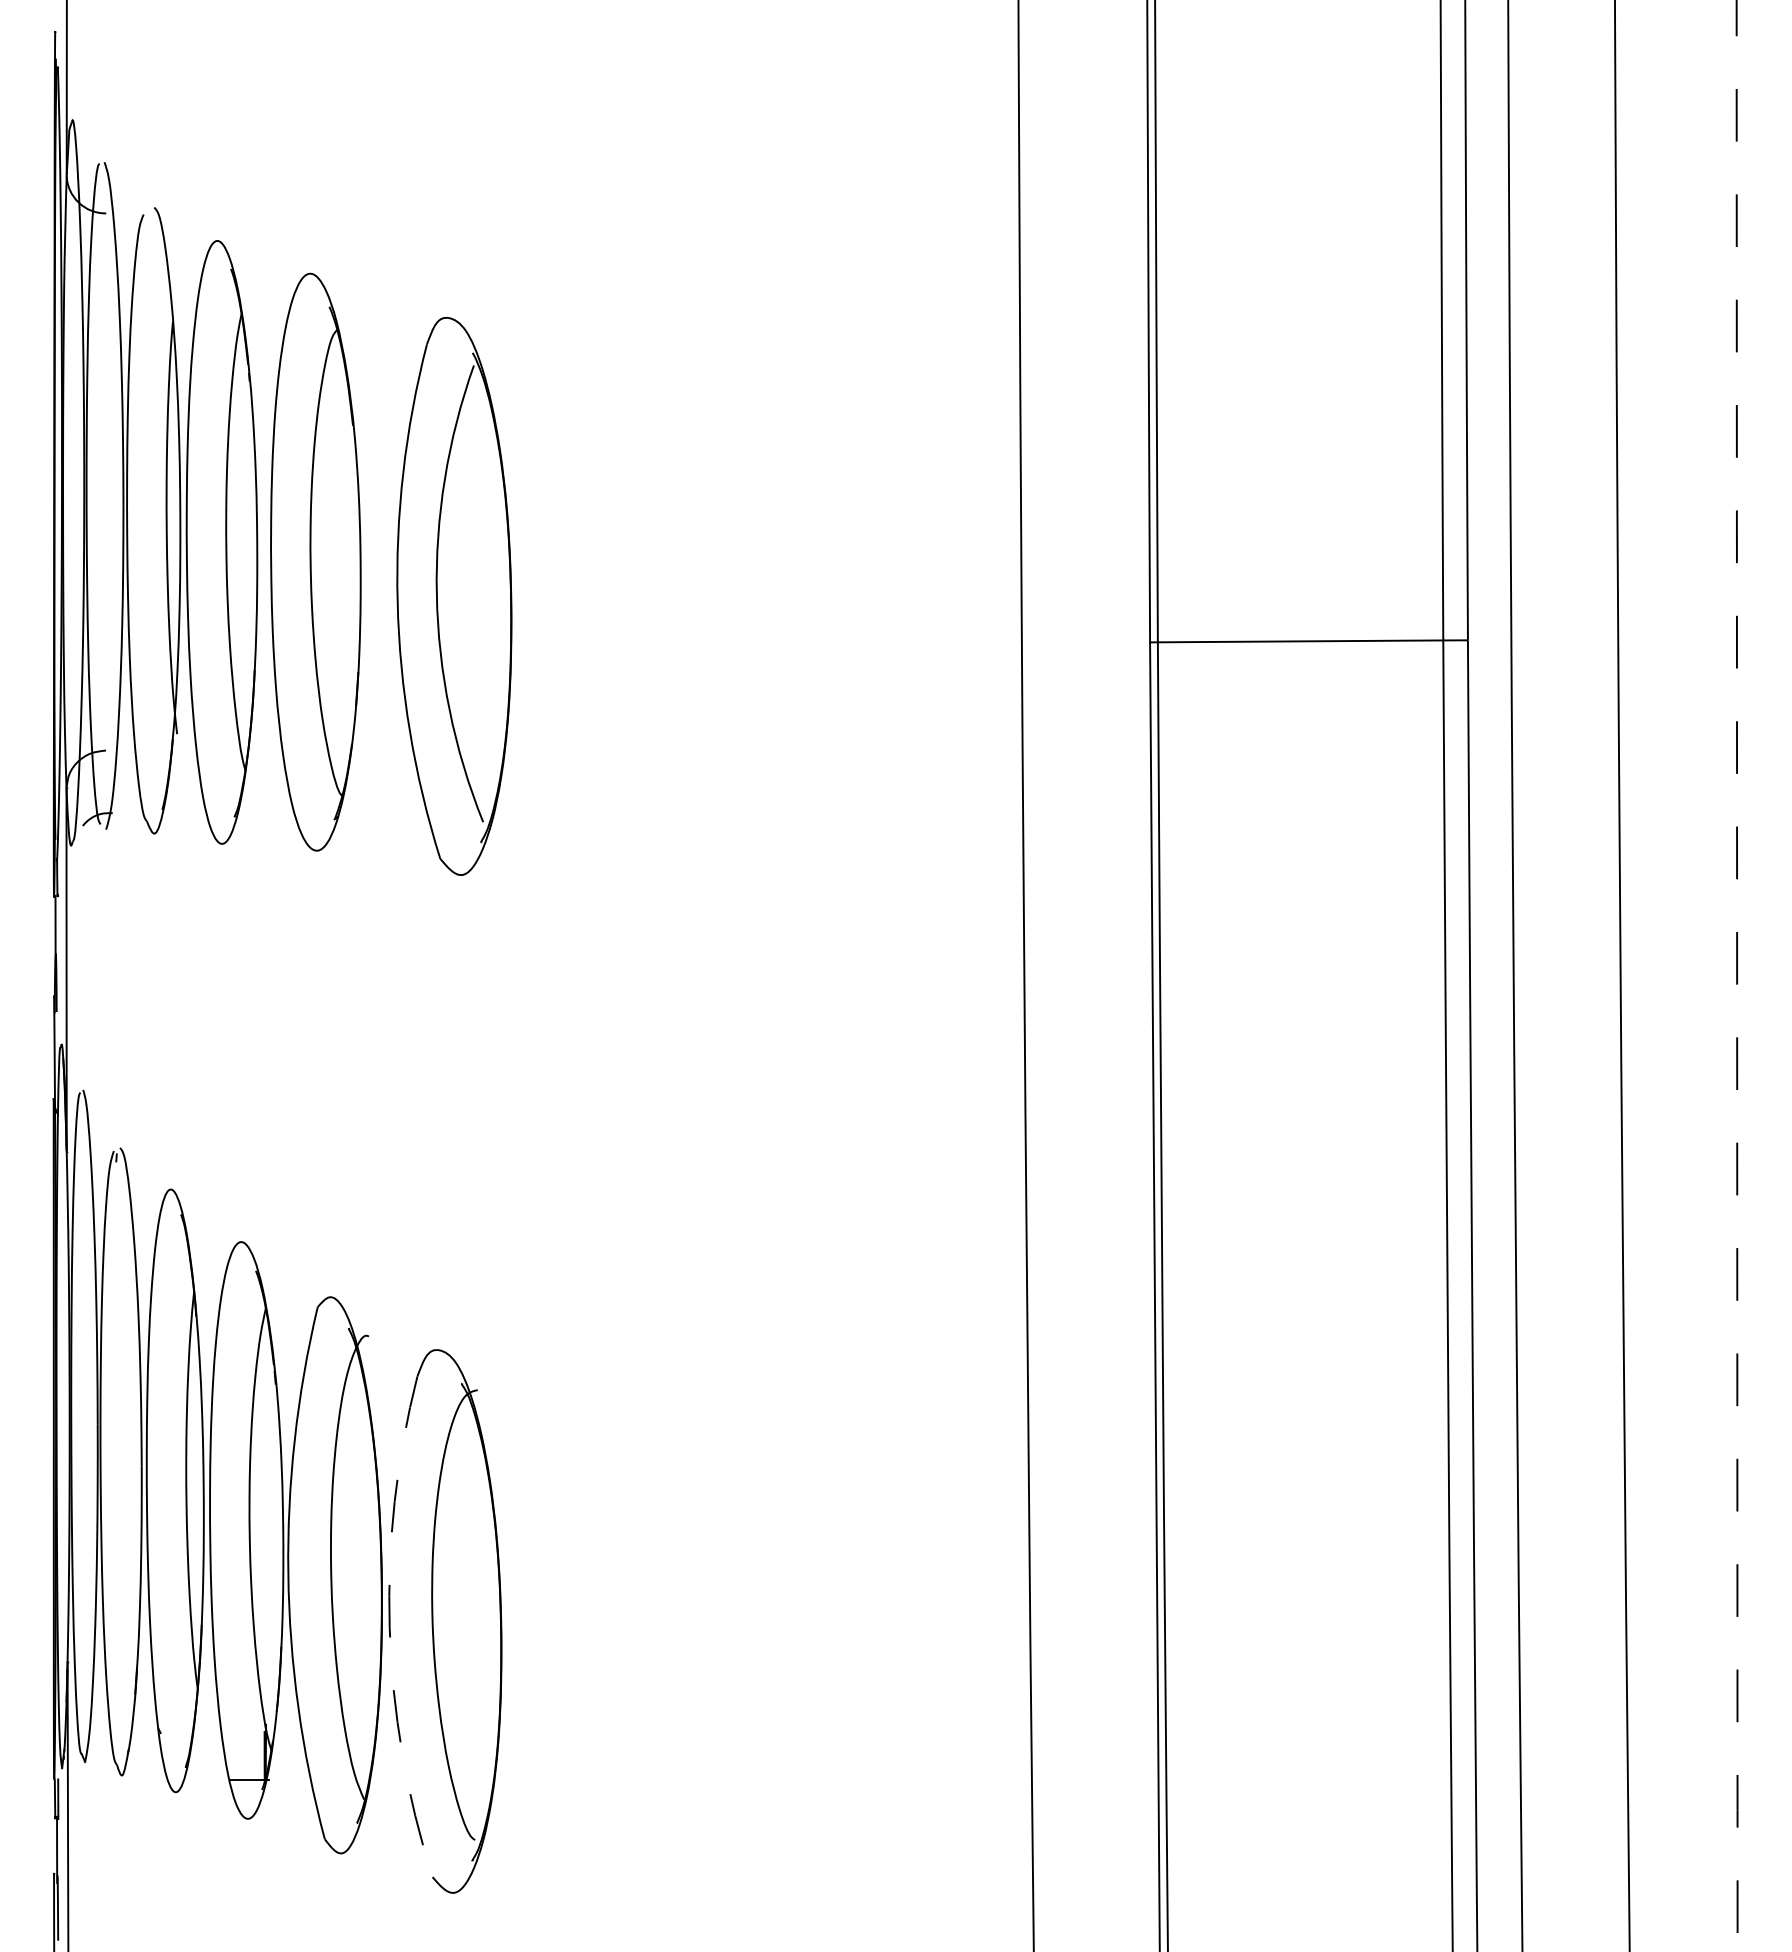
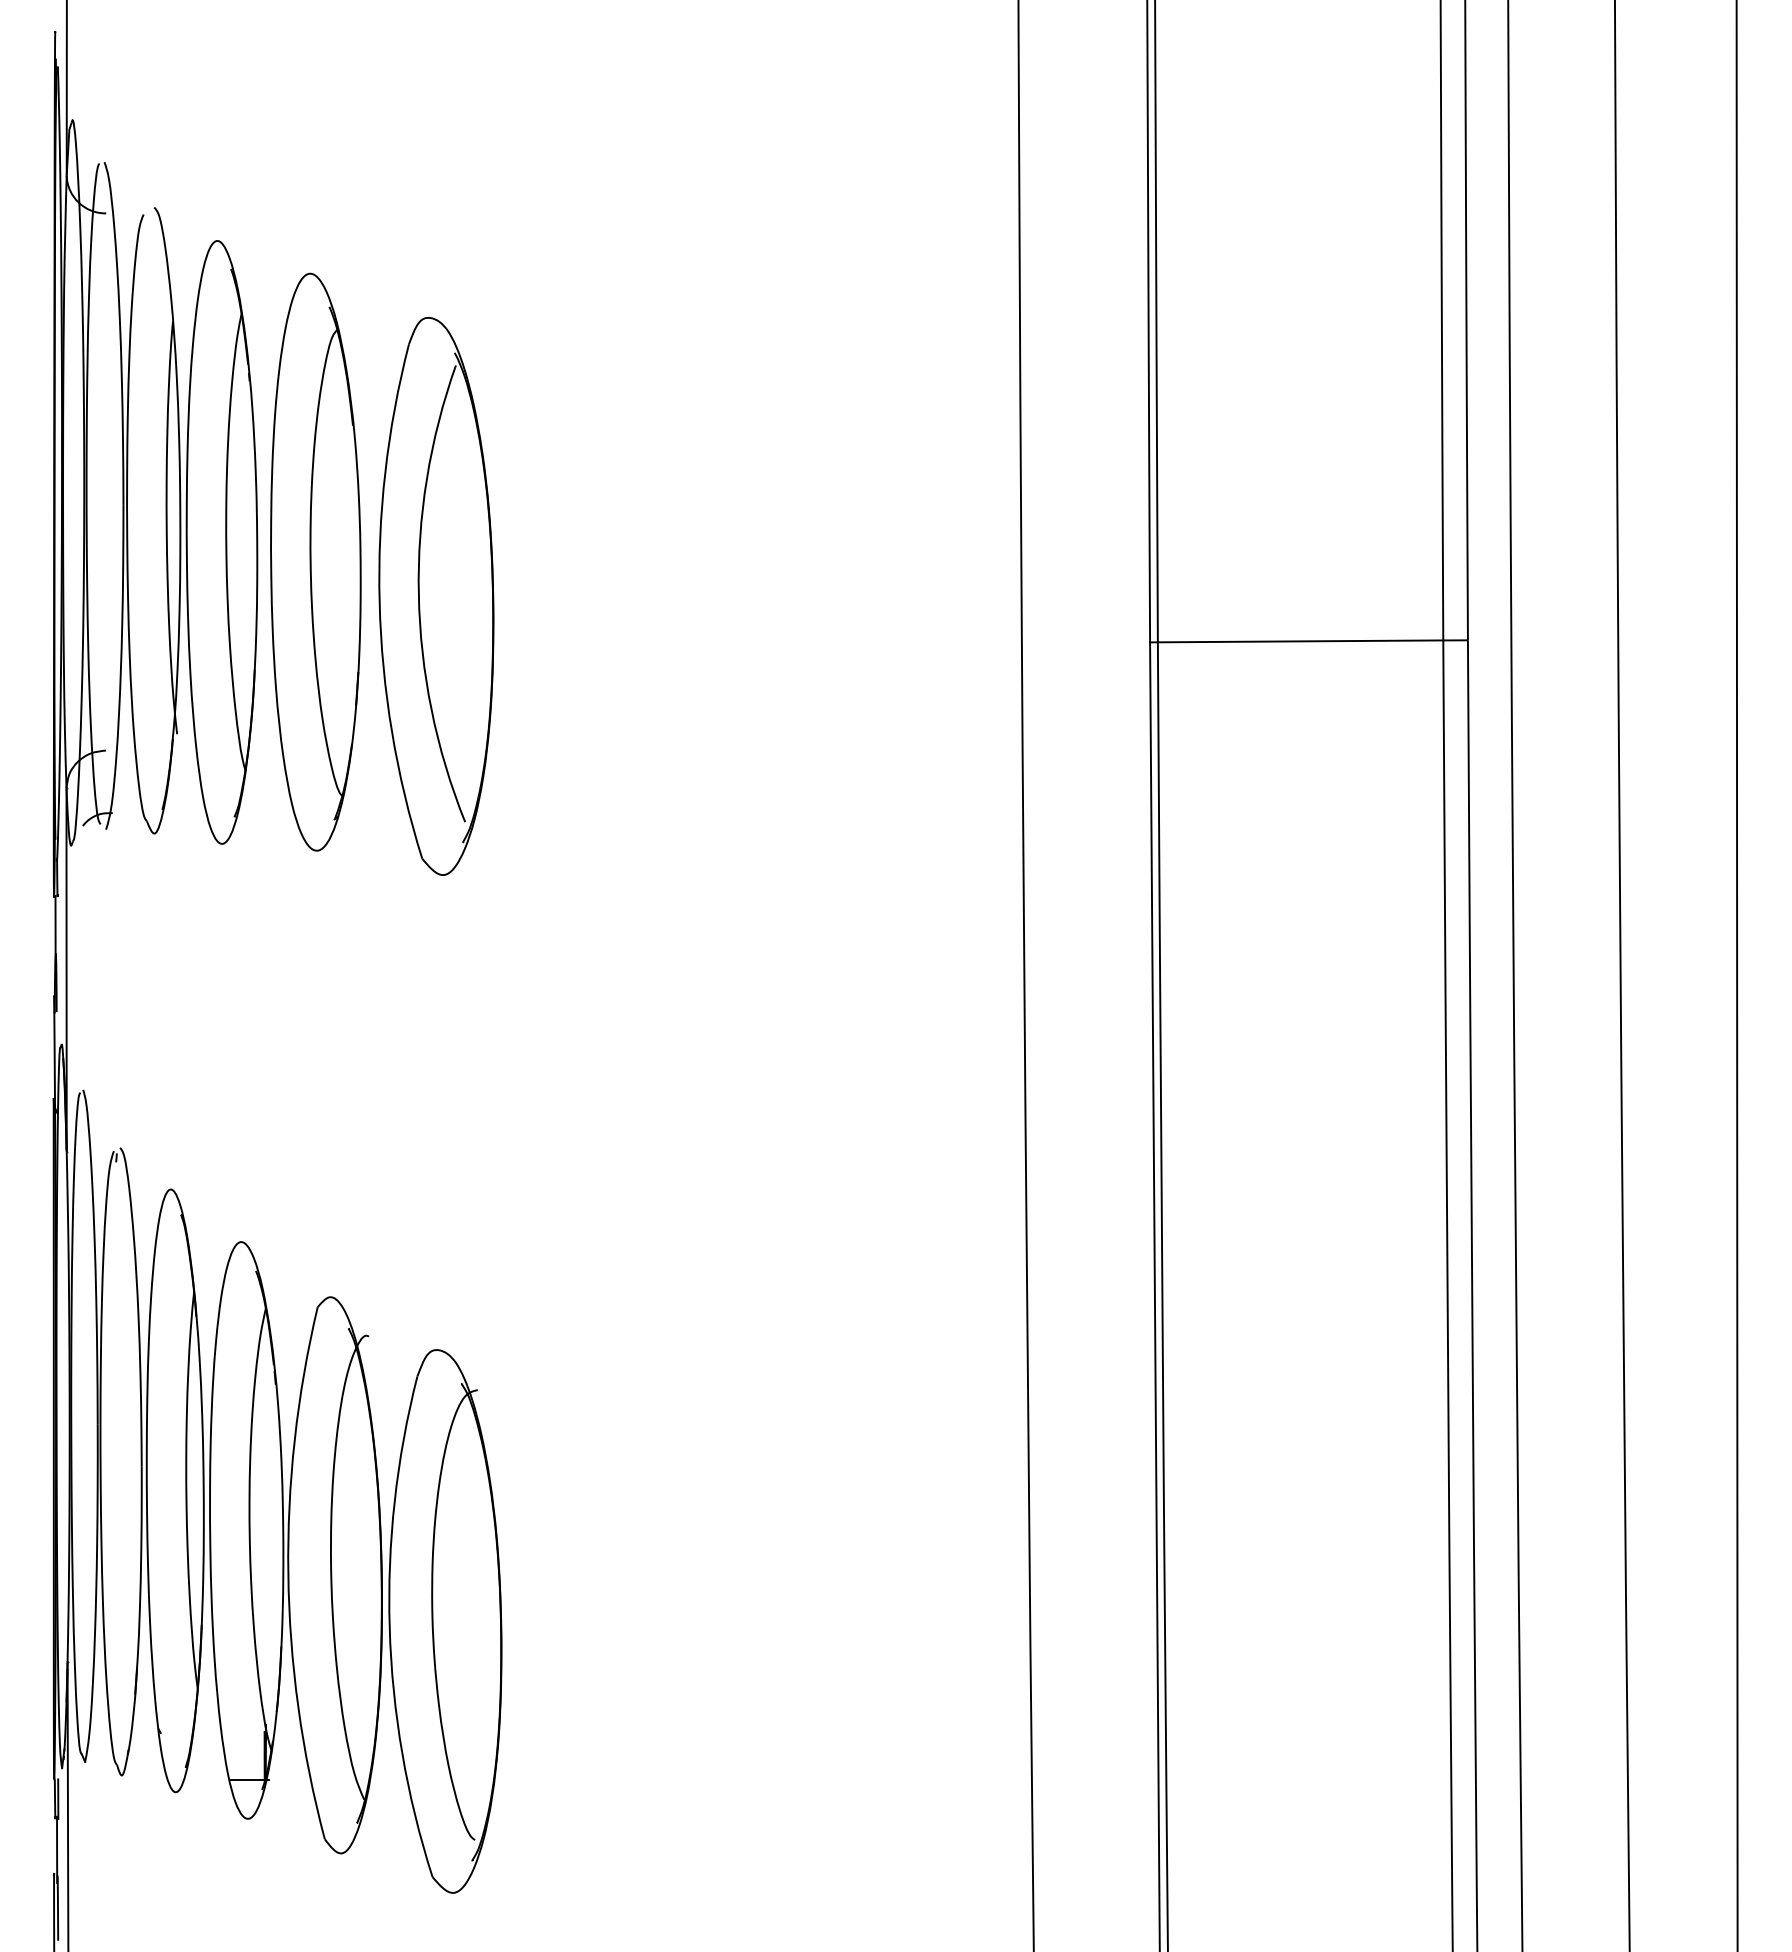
part at (454, 596) position: (454, 596) -> (436, 596)
line at (1737, 975): dashed -> solid
arc at (389, 1627): dashed -> solid
